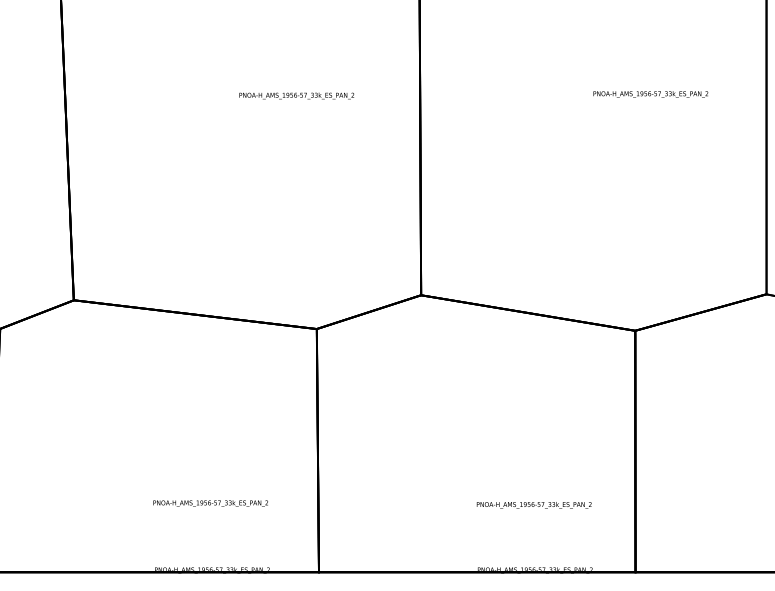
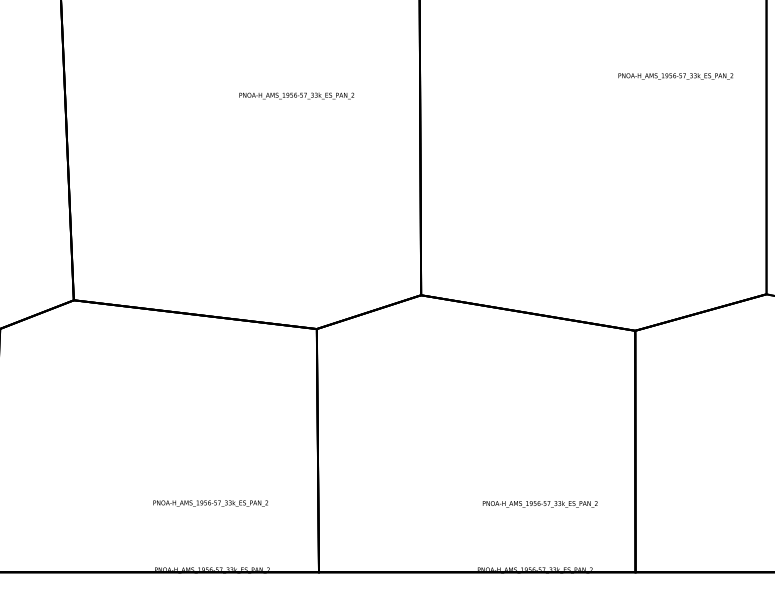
text at (650, 94) position: (650, 94) -> (675, 76)
text at (533, 505) position: (533, 505) -> (539, 504)
